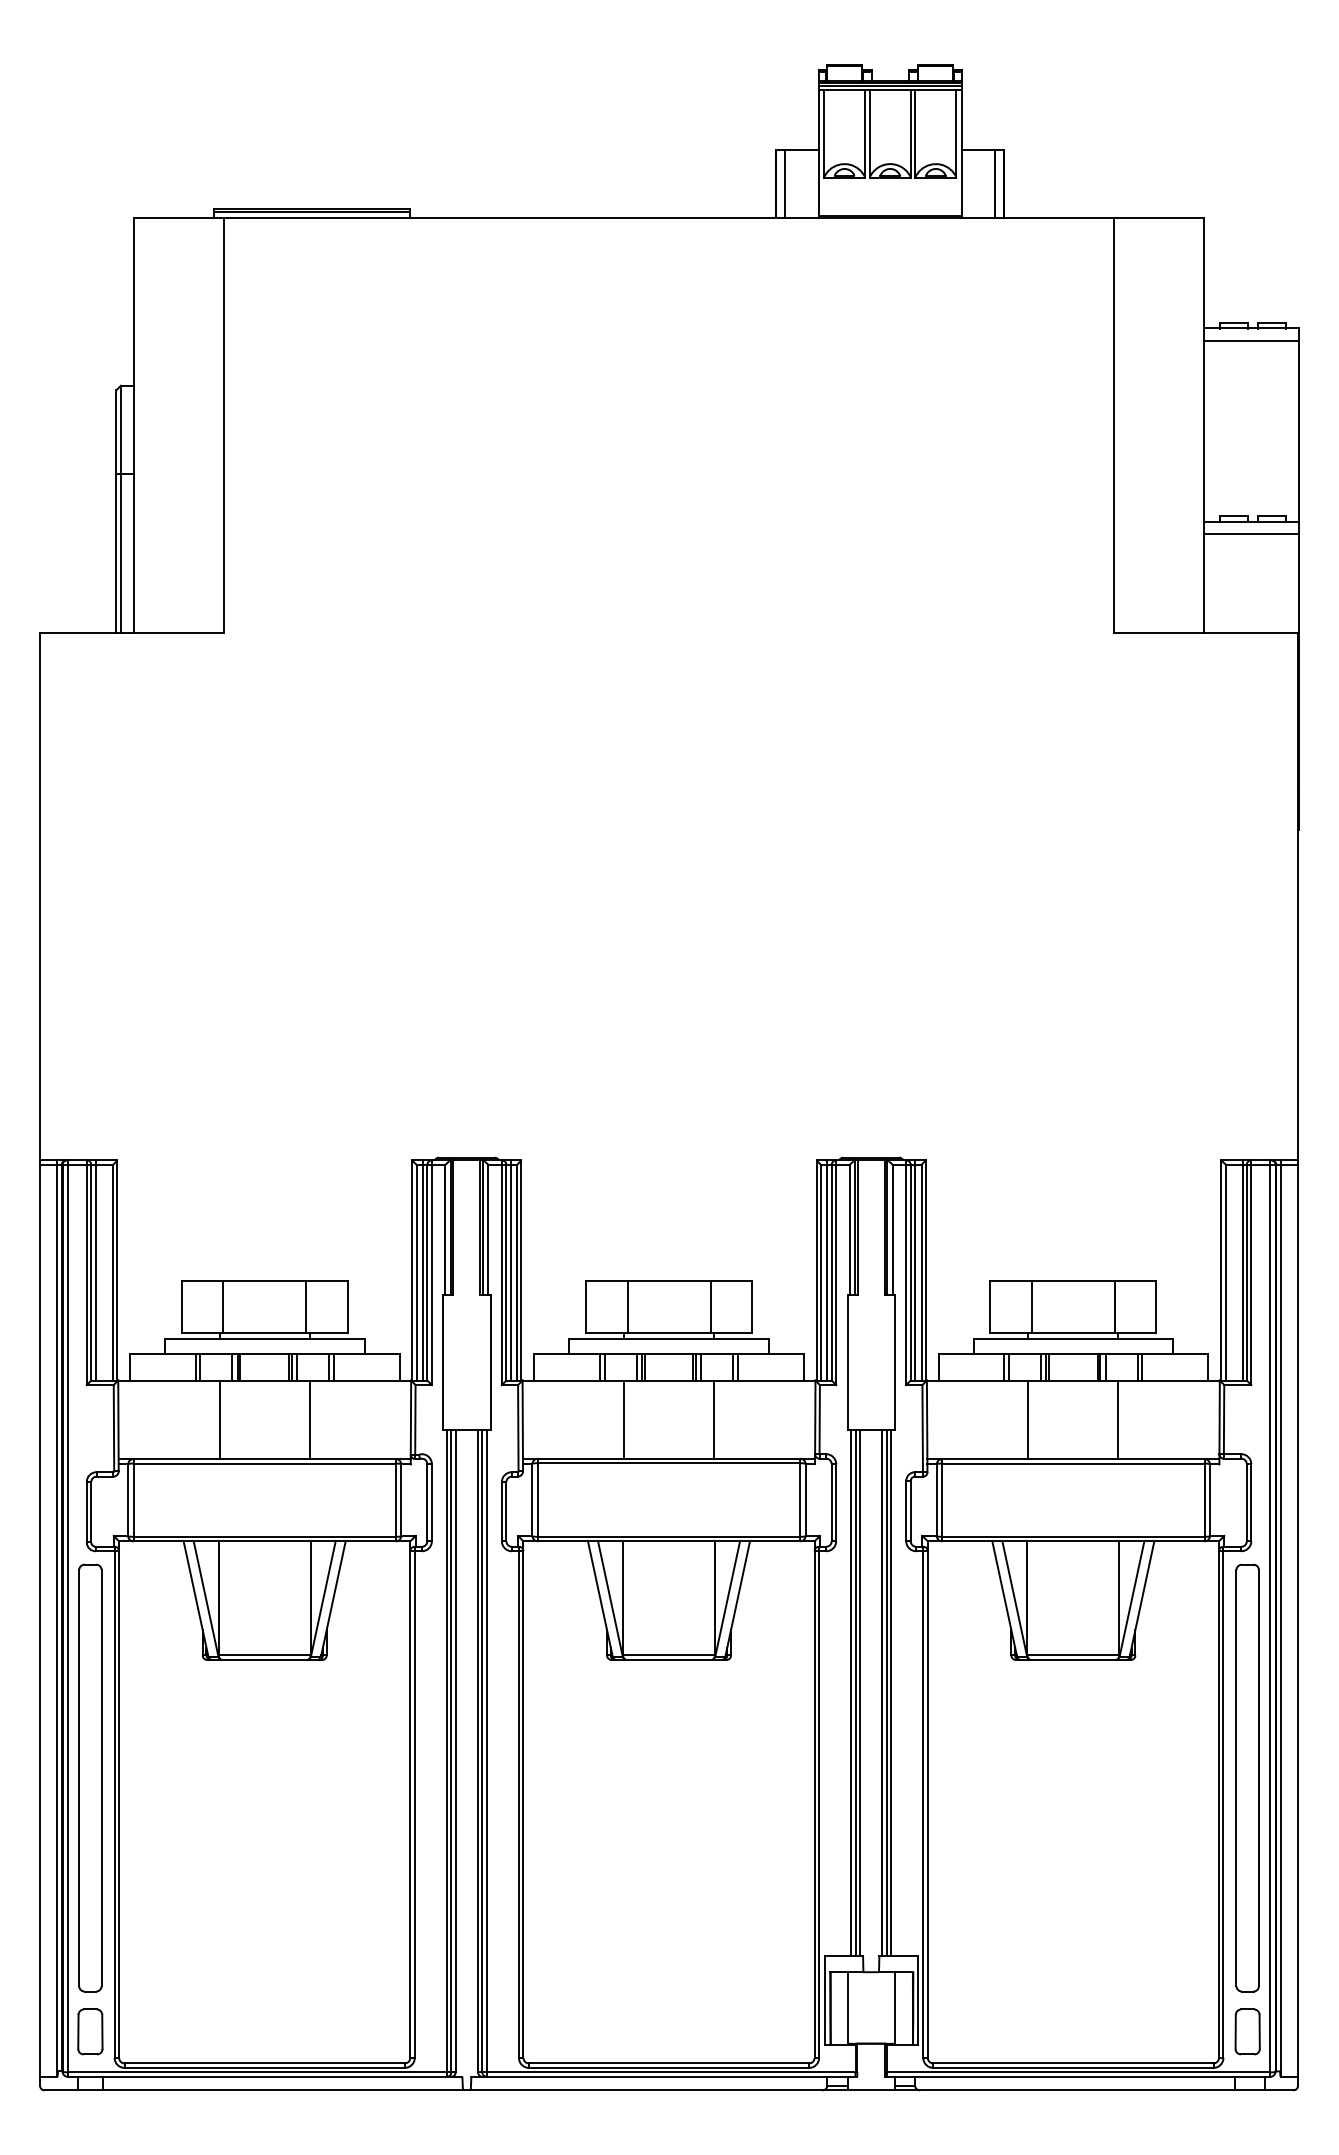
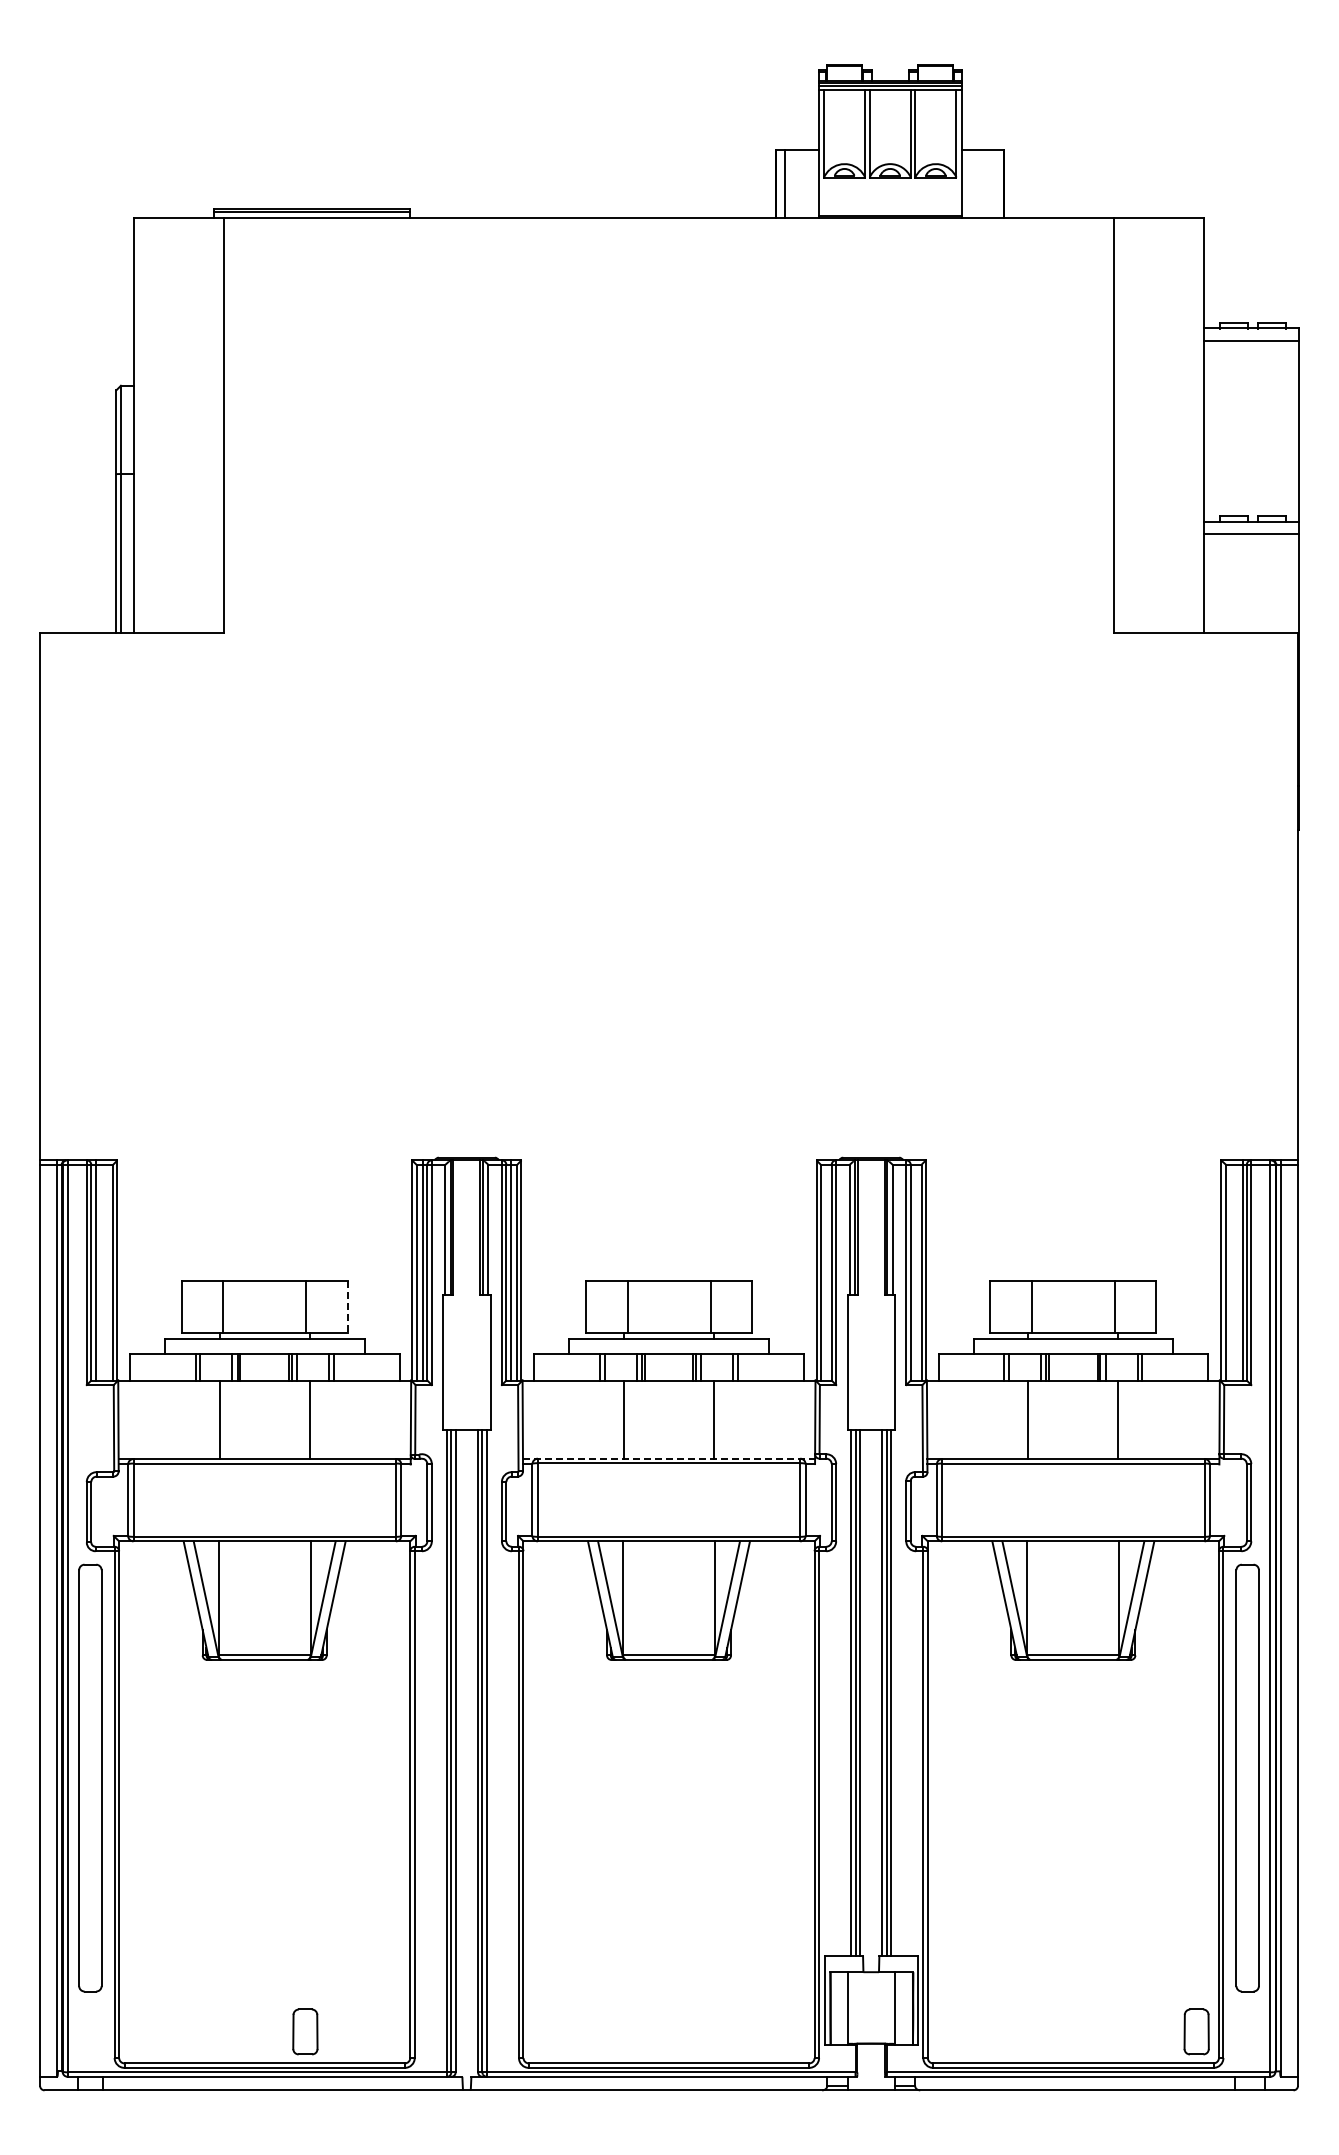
line at (995, 183): present -> none
line at (827, 1270): present -> none
line at (915, 1270): present -> none
line at (347, 1307): solid -> dashed
line at (669, 1458): solid -> dashed
part at (90, 2031) position: (90, 2031) -> (305, 2031)
part at (1247, 2031) position: (1247, 2031) -> (1196, 2031)
